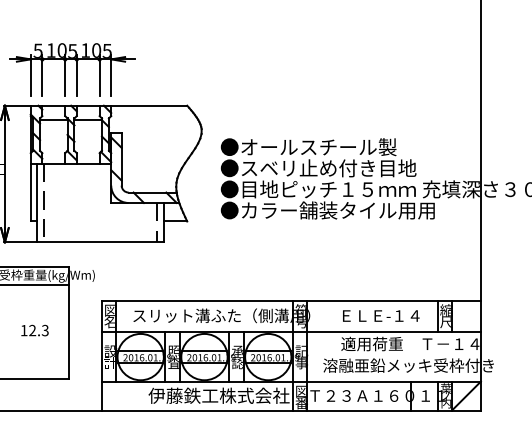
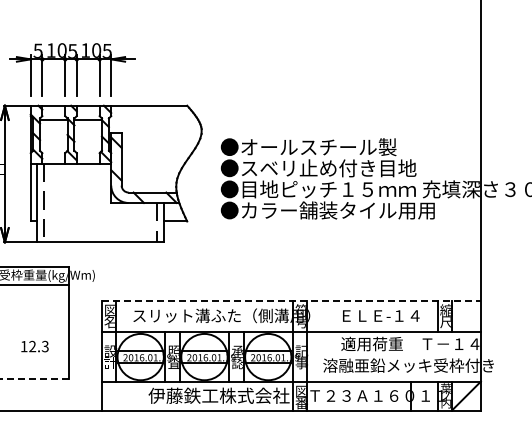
line at (291, 300): solid -> dashed
text at (34, 330) position: (34, 330) -> (34, 346)
line at (34, 379): solid -> dashed
